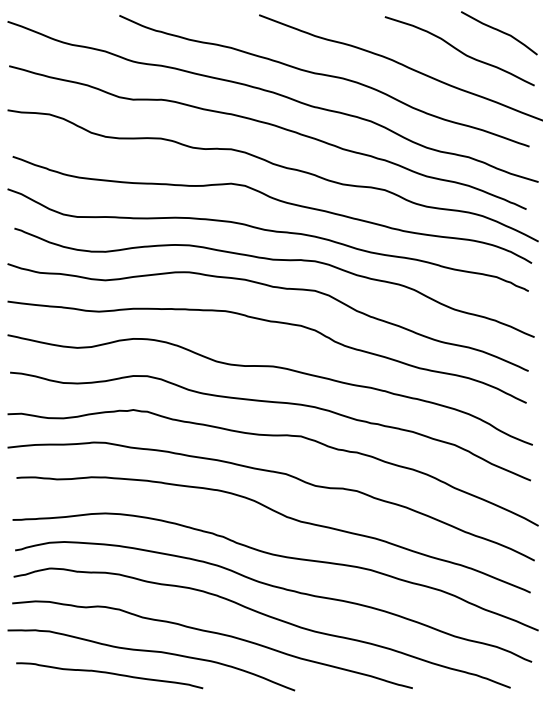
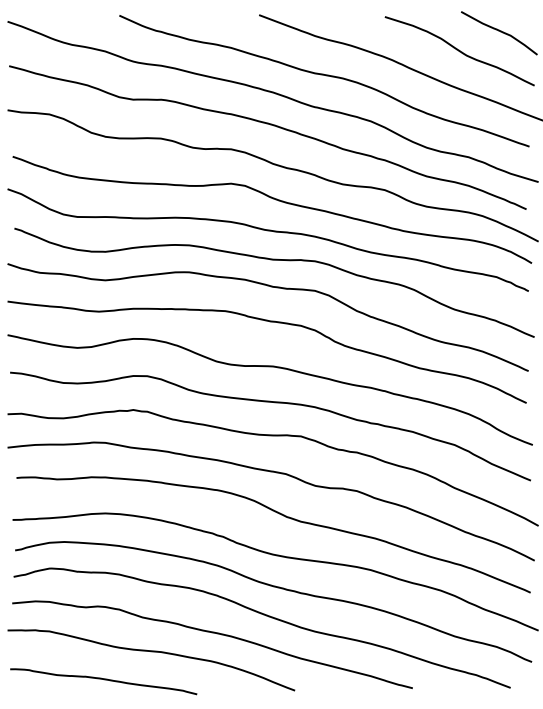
curve at (110, 674) position: (110, 674) -> (104, 680)
